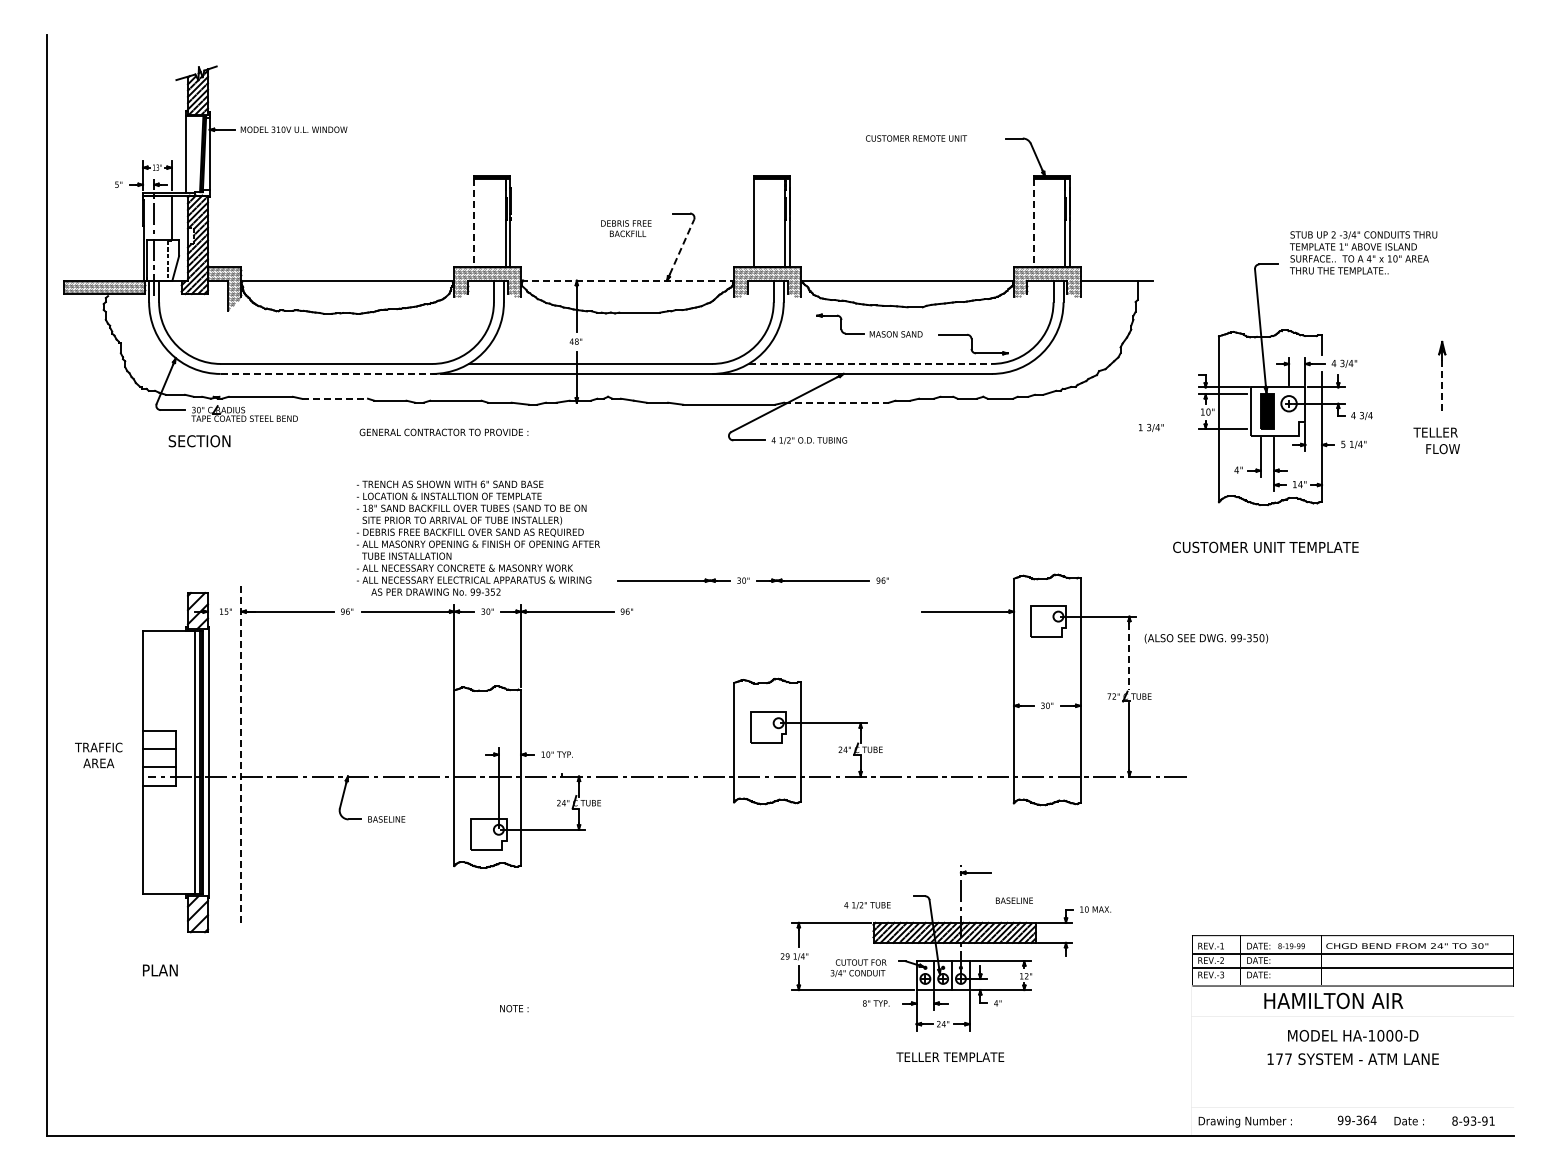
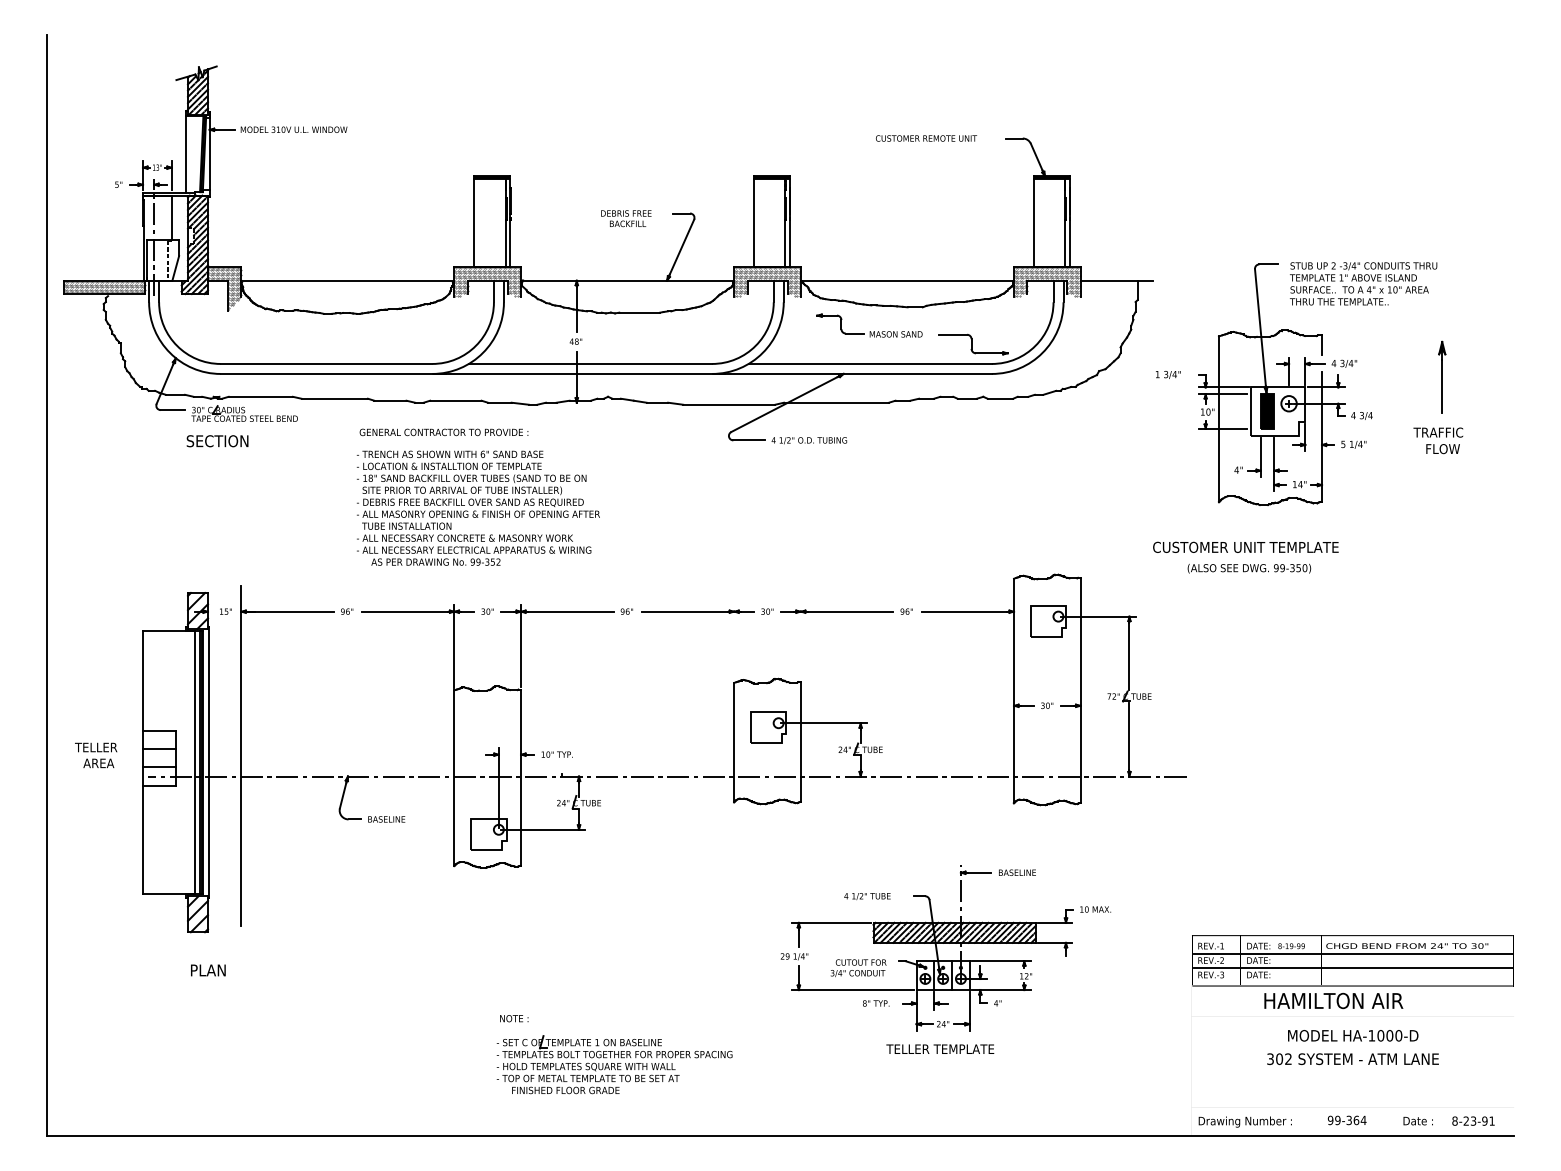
text at (916, 138) position: (916, 138) -> (926, 138)
line at (474, 223): dashed -> solid
line at (1033, 223): dashed -> solid
text at (626, 228) position: (626, 228) -> (626, 218)
line at (682, 246): dashed -> solid
text at (1363, 252) position: (1363, 252) -> (1363, 283)
line at (627, 280): dashed -> solid
line at (870, 363): dashed -> solid
line at (333, 373): dashed -> solid
line at (1442, 386): dashed -> solid
line at (335, 398): dashed -> solid
line at (836, 402): dashed -> solid
text at (1151, 427) position: (1151, 427) -> (1168, 374)
text at (1443, 432): TELLER -> TRAFFIC
text at (199, 441) position: (199, 441) -> (217, 441)
text at (477, 537) position: (477, 537) -> (477, 507)
text at (1265, 546) position: (1265, 546) -> (1245, 546)
part at (752, 580) position: (752, 580) -> (776, 611)
text at (1206, 638) position: (1206, 638) -> (1249, 568)
line at (1129, 657): dashed -> solid
text at (103, 747): TRAFFIC -> TELLER
line at (241, 756): dashed -> solid
text at (1014, 900) position: (1014, 900) -> (1017, 872)
text at (867, 905) position: (867, 905) -> (867, 896)
text at (160, 970) position: (160, 970) -> (208, 970)
text at (514, 1008) position: (514, 1008) -> (514, 1018)
text at (950, 1056) position: (950, 1056) -> (940, 1048)
text at (1279, 1059): 177 -> 302
part at (614, 1064): none -> present
text at (1356, 1120) position: (1356, 1120) -> (1346, 1120)
text at (1408, 1120) position: (1408, 1120) -> (1417, 1120)
text at (1466, 1120): 8-93-91 -> 8-23-91
